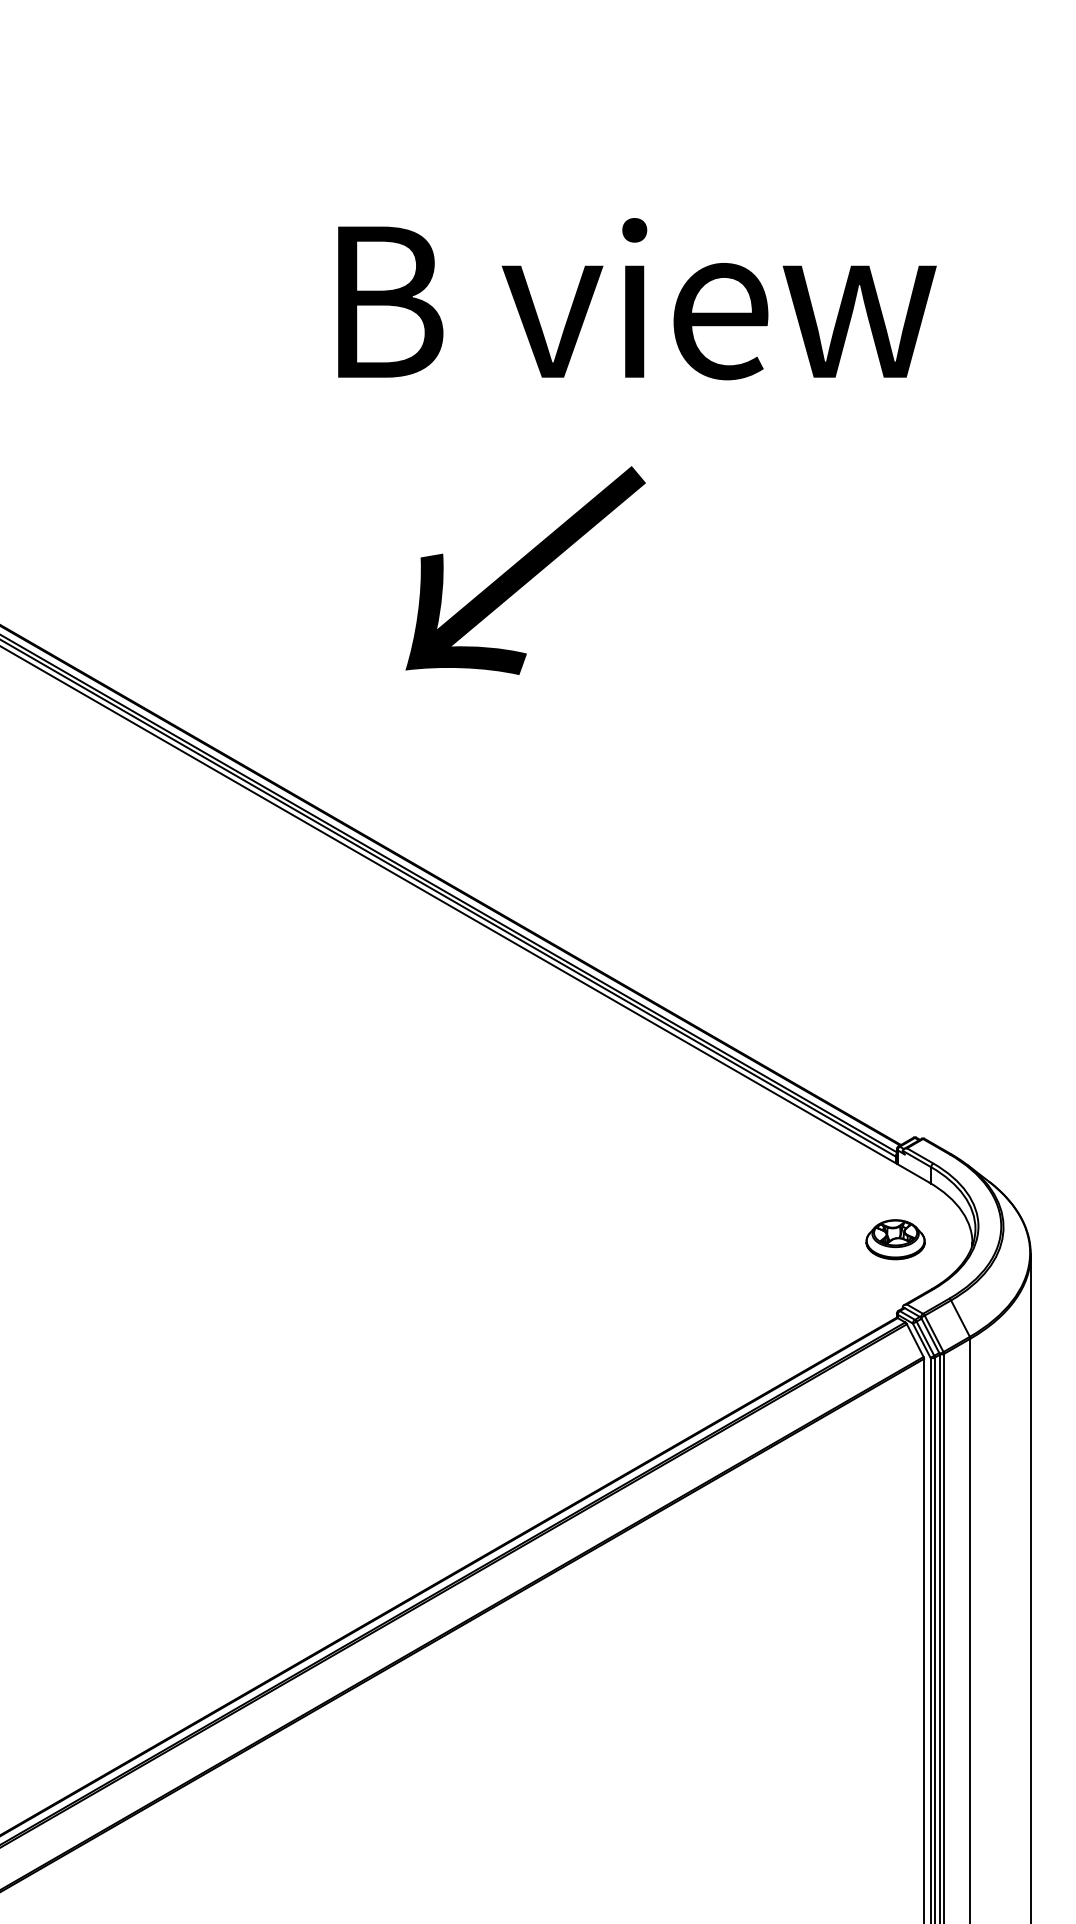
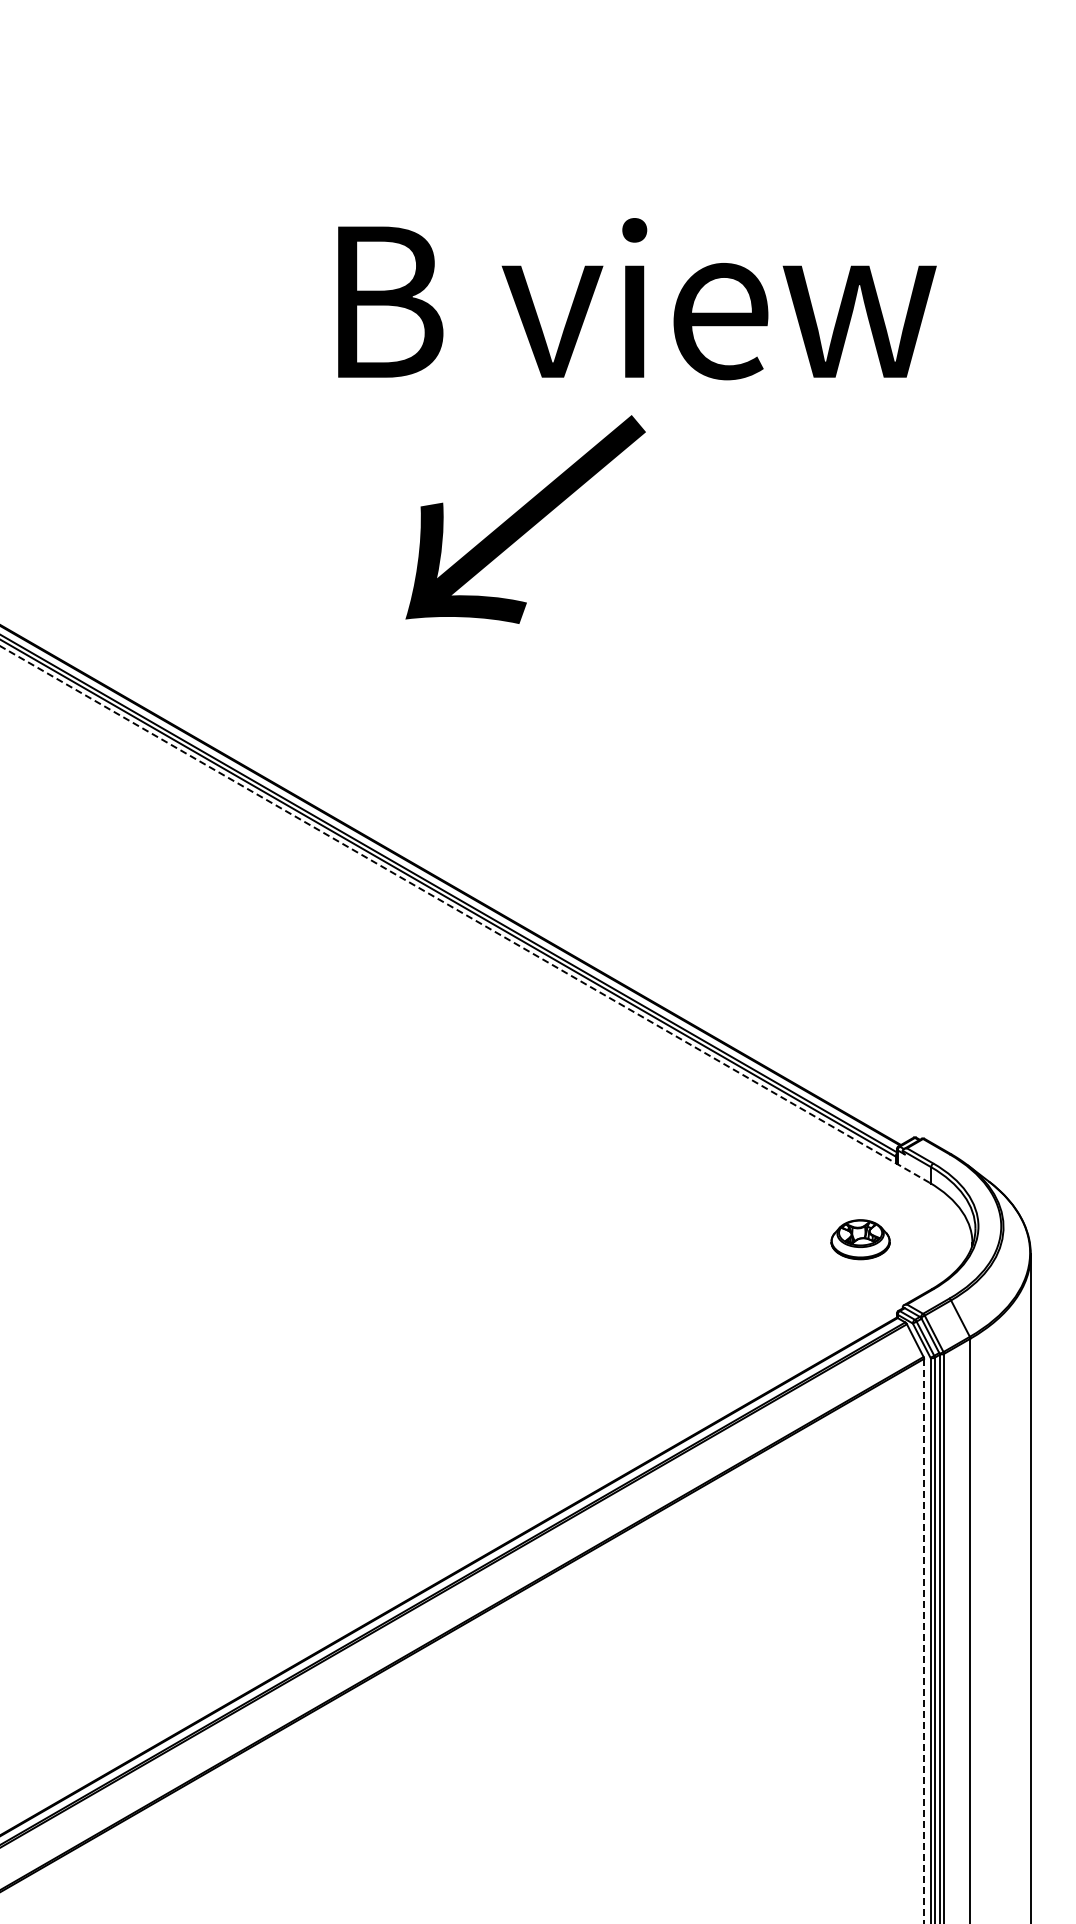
text at (525, 570) position: (525, 570) -> (525, 519)
line at (465, 914): solid -> dashed
part at (895, 1239) position: (895, 1239) -> (860, 1239)
line at (924, 1641): solid -> dashed
